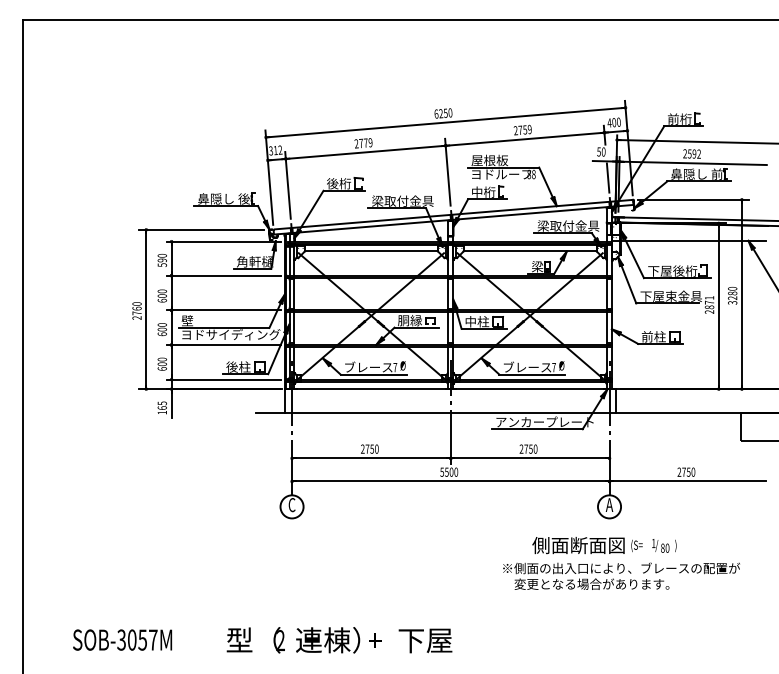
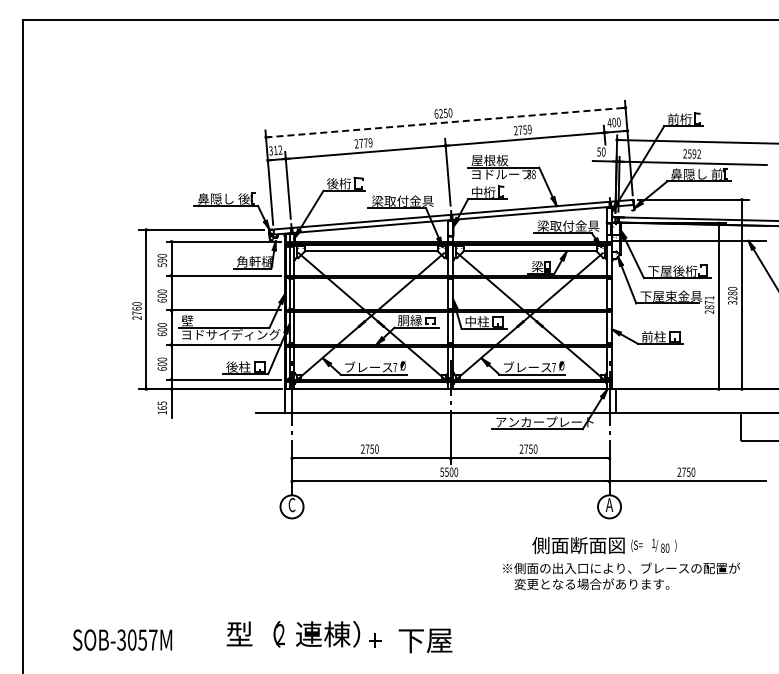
line at (445, 122): solid -> dashed
line at (607, 177): present -> none
text at (293, 640) position: (293, 640) -> (293, 634)
